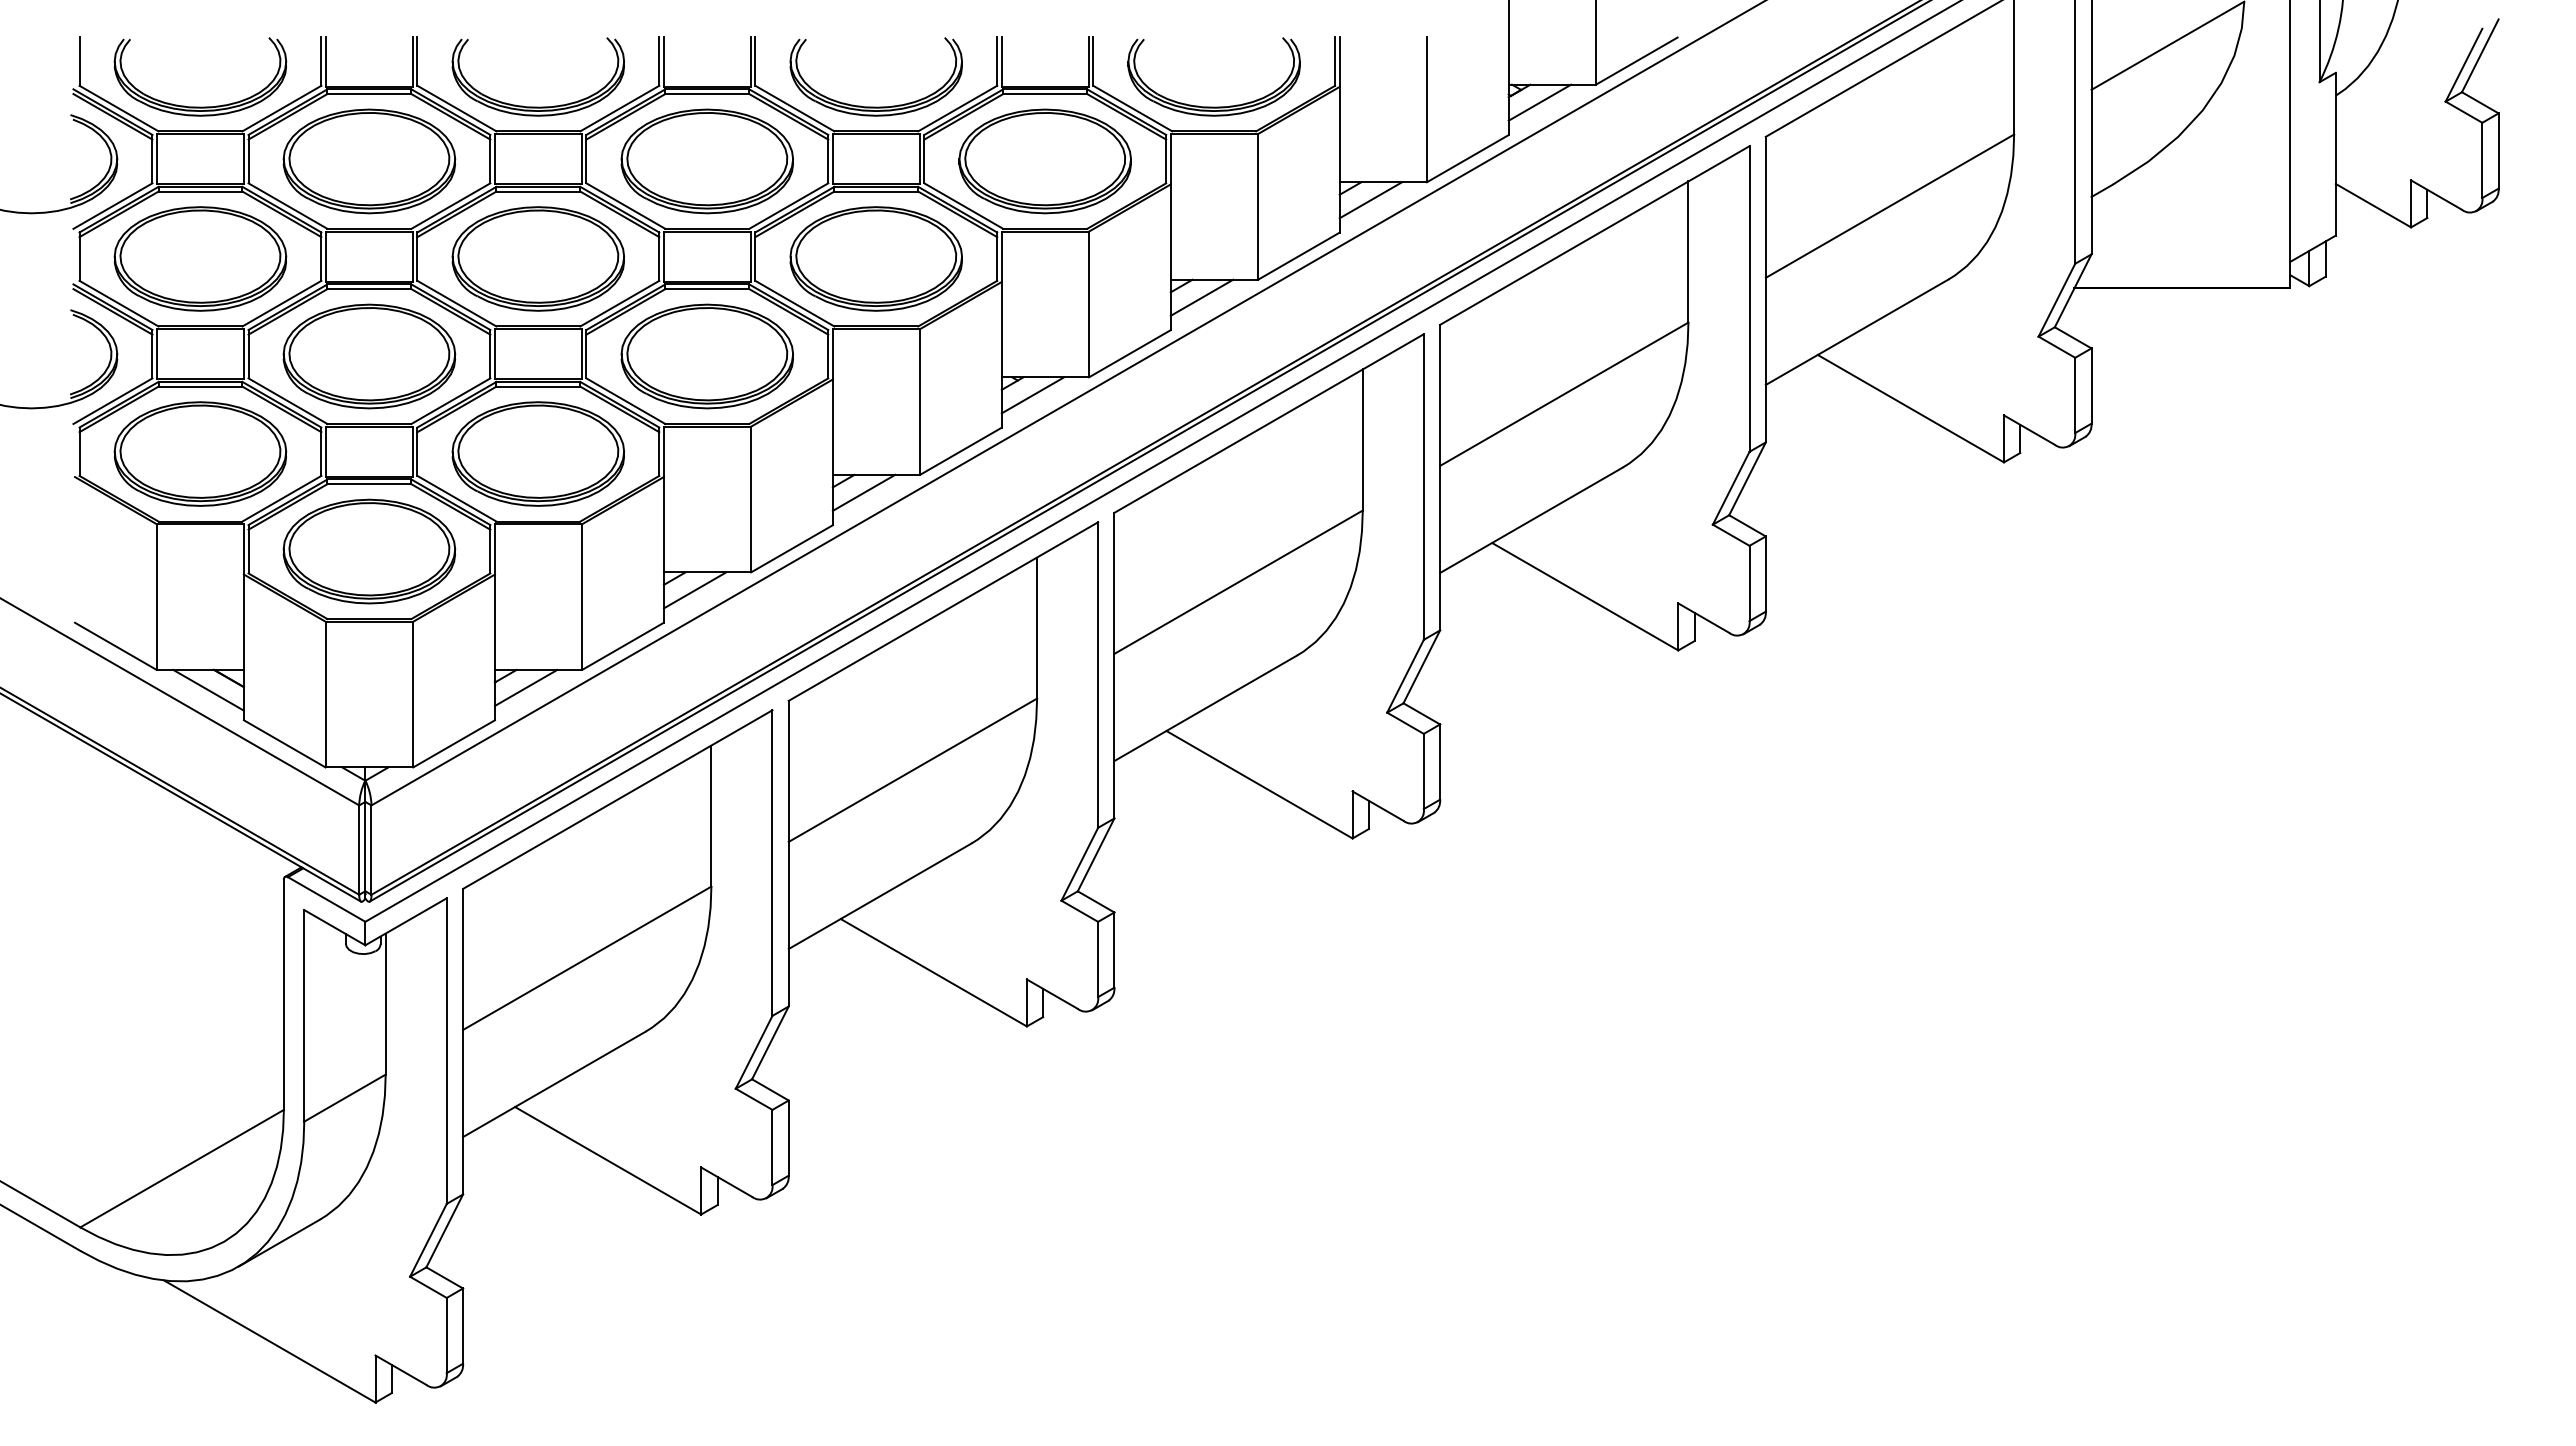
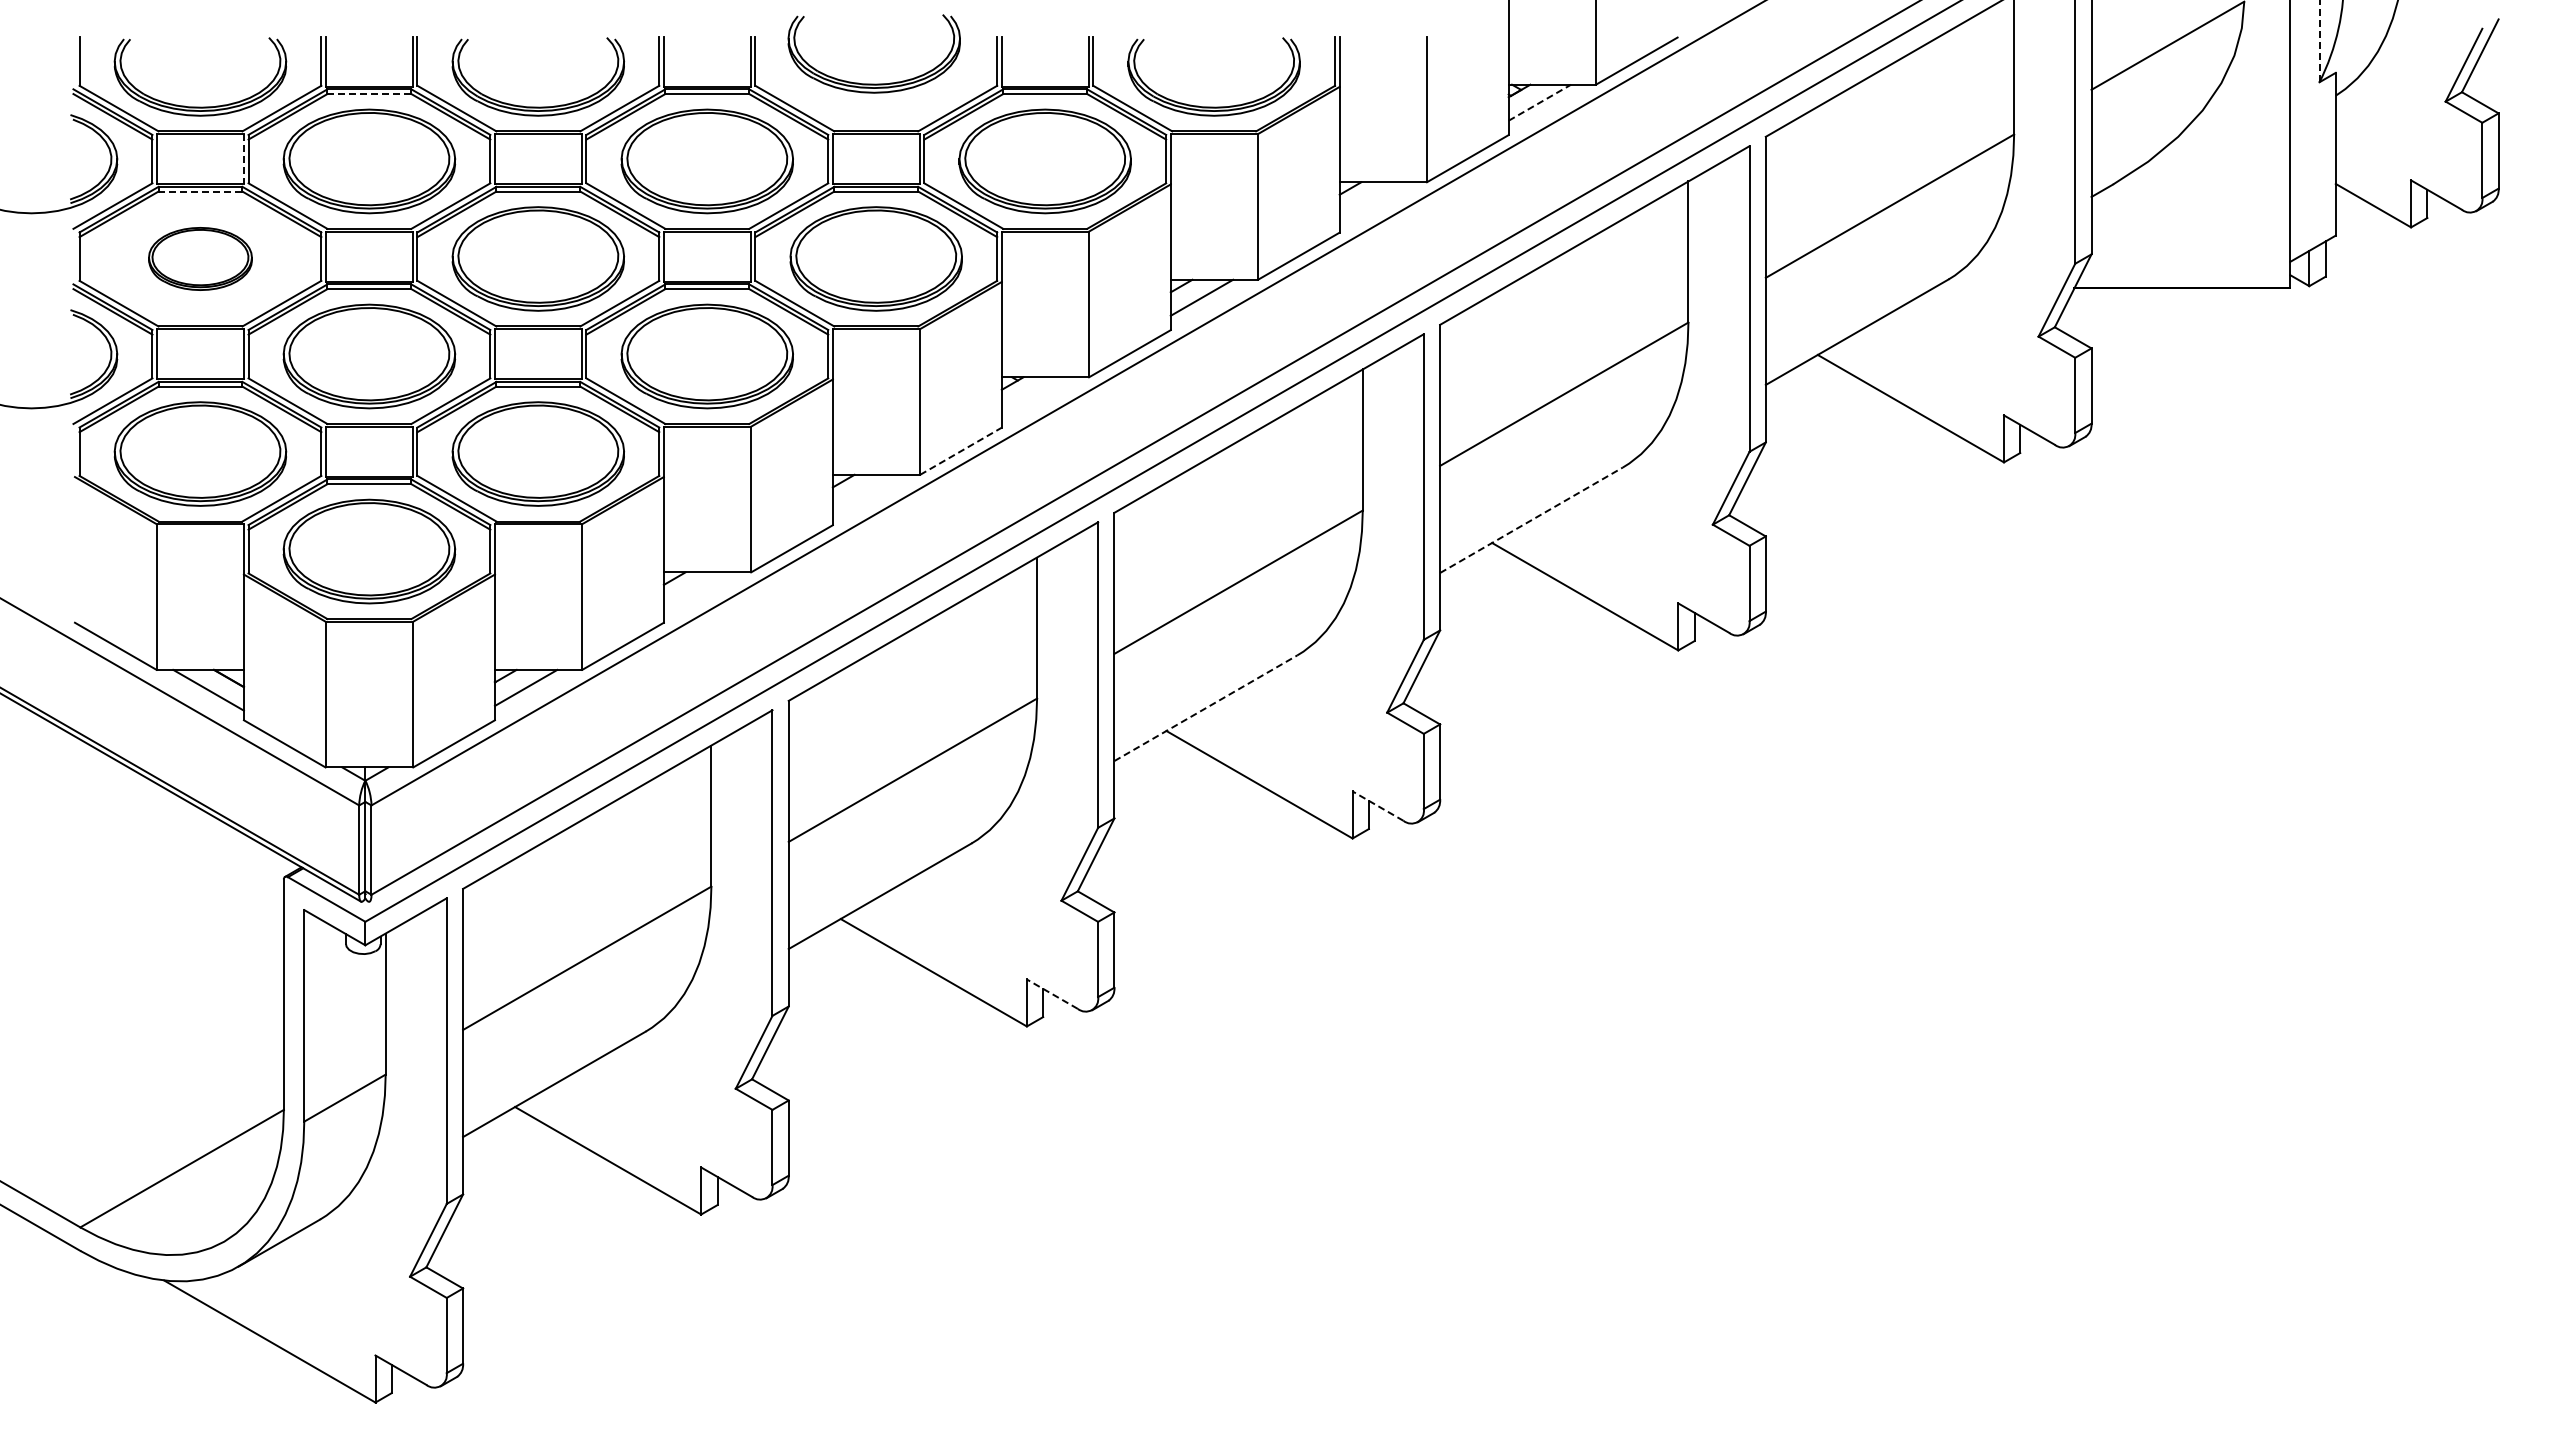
line at (2319, 41): solid -> dashed
line at (369, 94): solid -> dashed
line at (1540, 102): solid -> dashed
part at (875, 106) position: (875, 106) -> (873, 83)
line at (243, 159): solid -> dashed
line at (200, 191): solid -> dashed
line at (1370, 200): present -> none
part at (200, 258) size: 175x106 px -> 105x64 px
line at (1032, 395): present -> none
line at (961, 451): solid -> dashed
line at (1148, 451): present -> none
line at (863, 492): present -> none
line at (1531, 520): solid -> dashed
line at (694, 590): present -> none
line at (1205, 708): solid -> dashed
line at (1377, 805): solid -> dashed
line at (1051, 993): solid -> dashed
